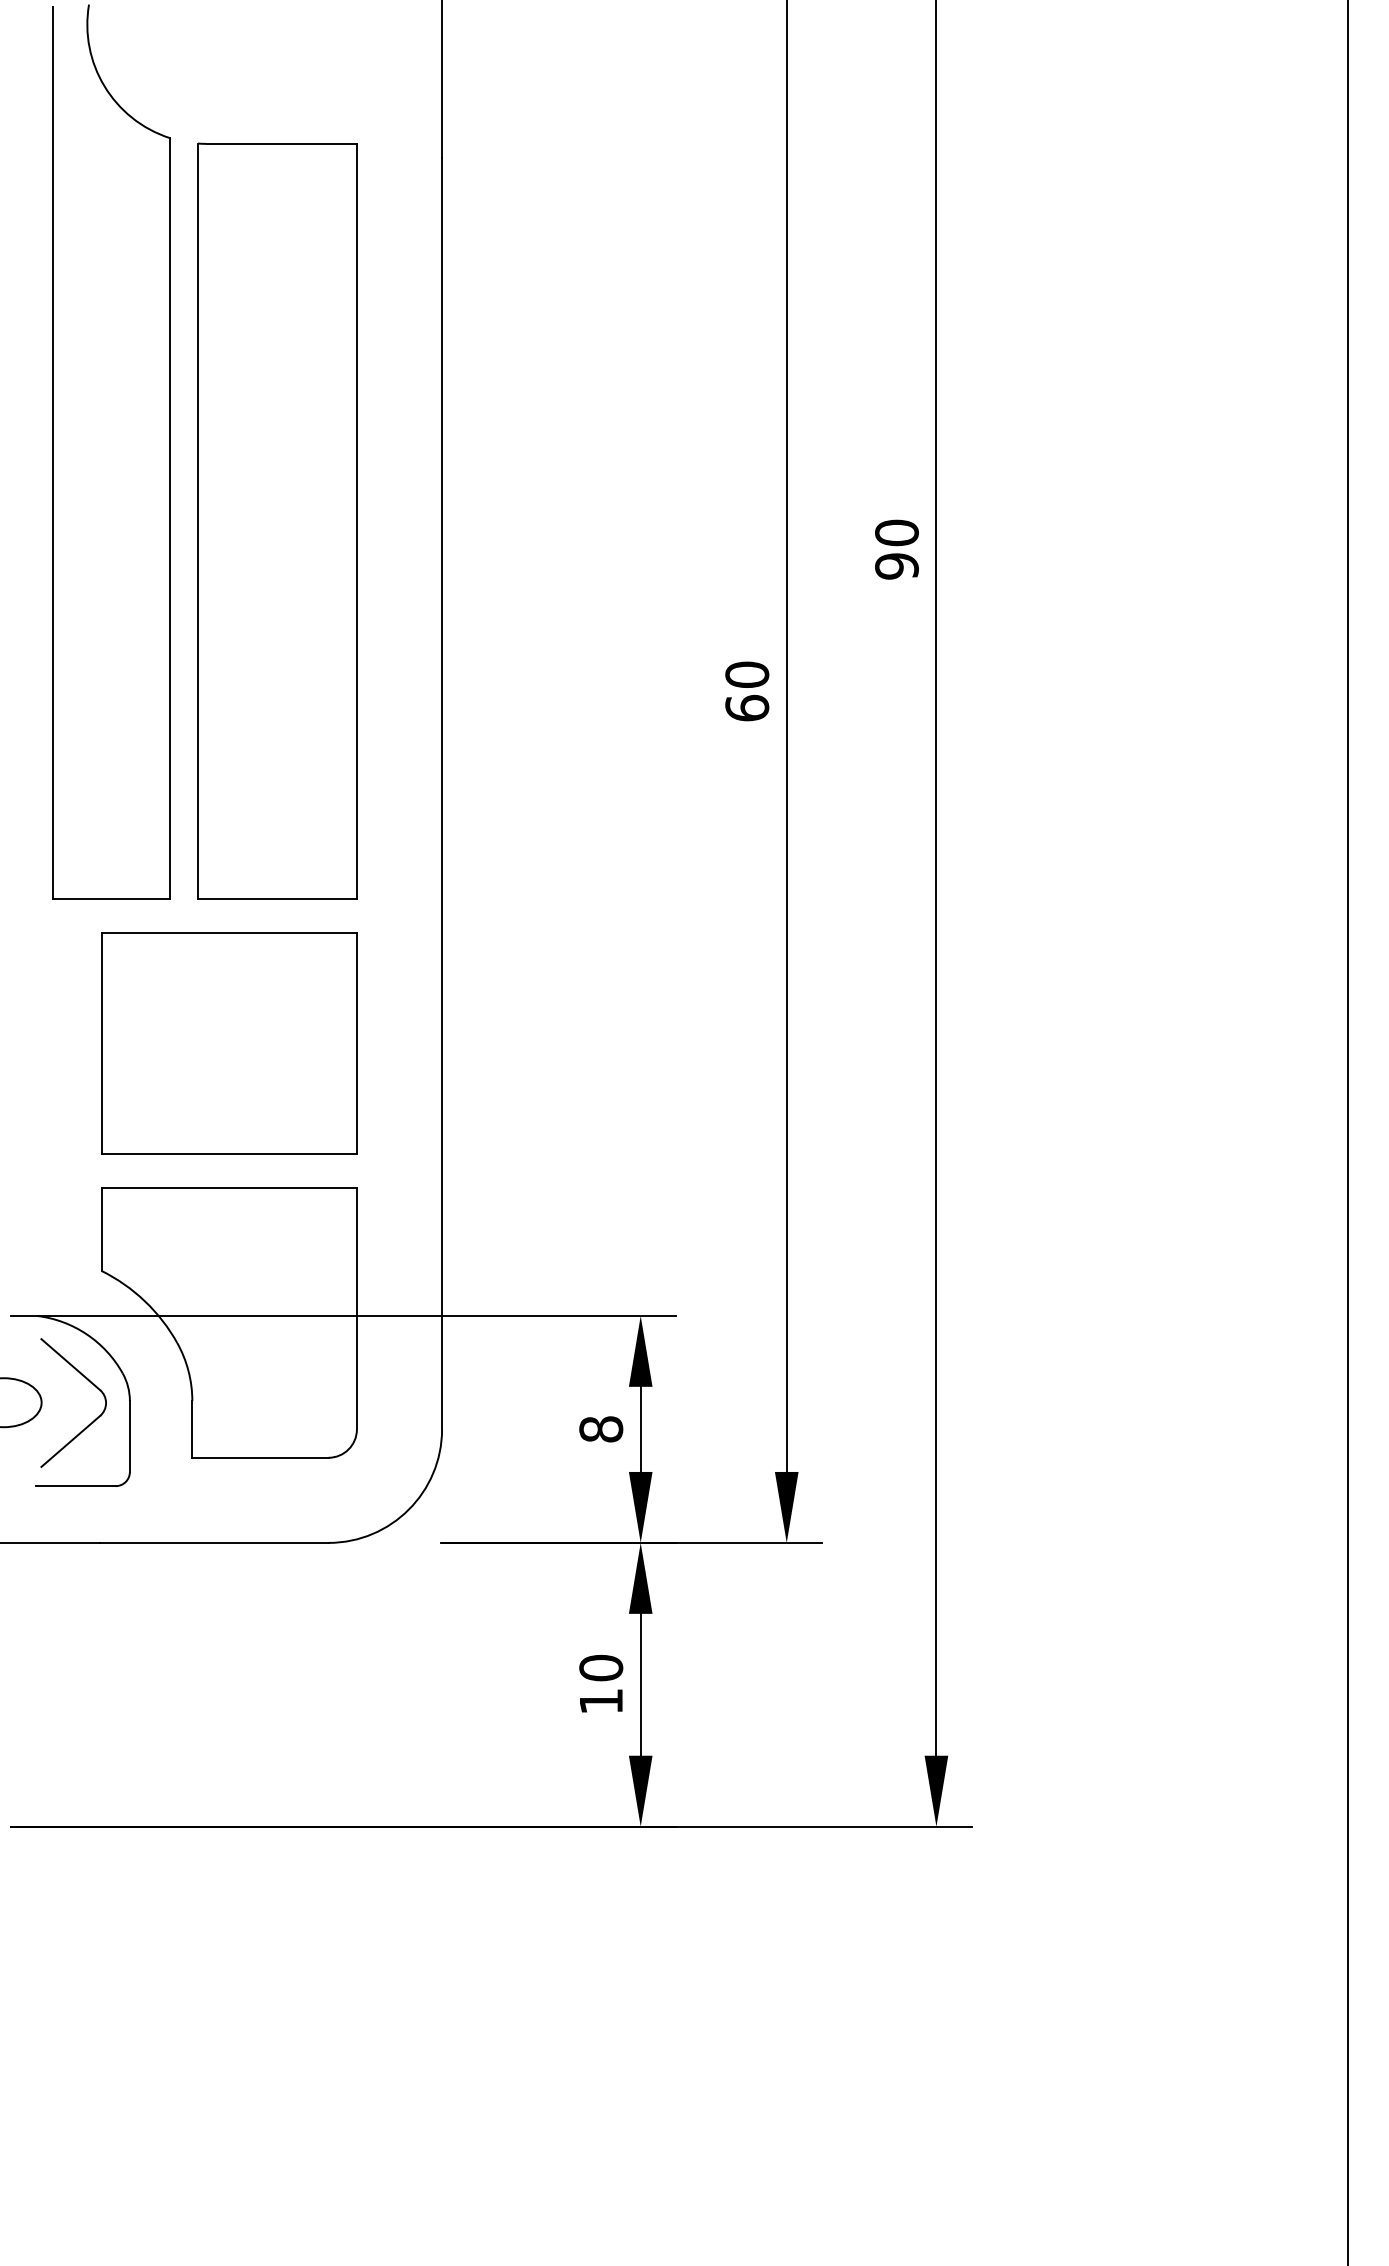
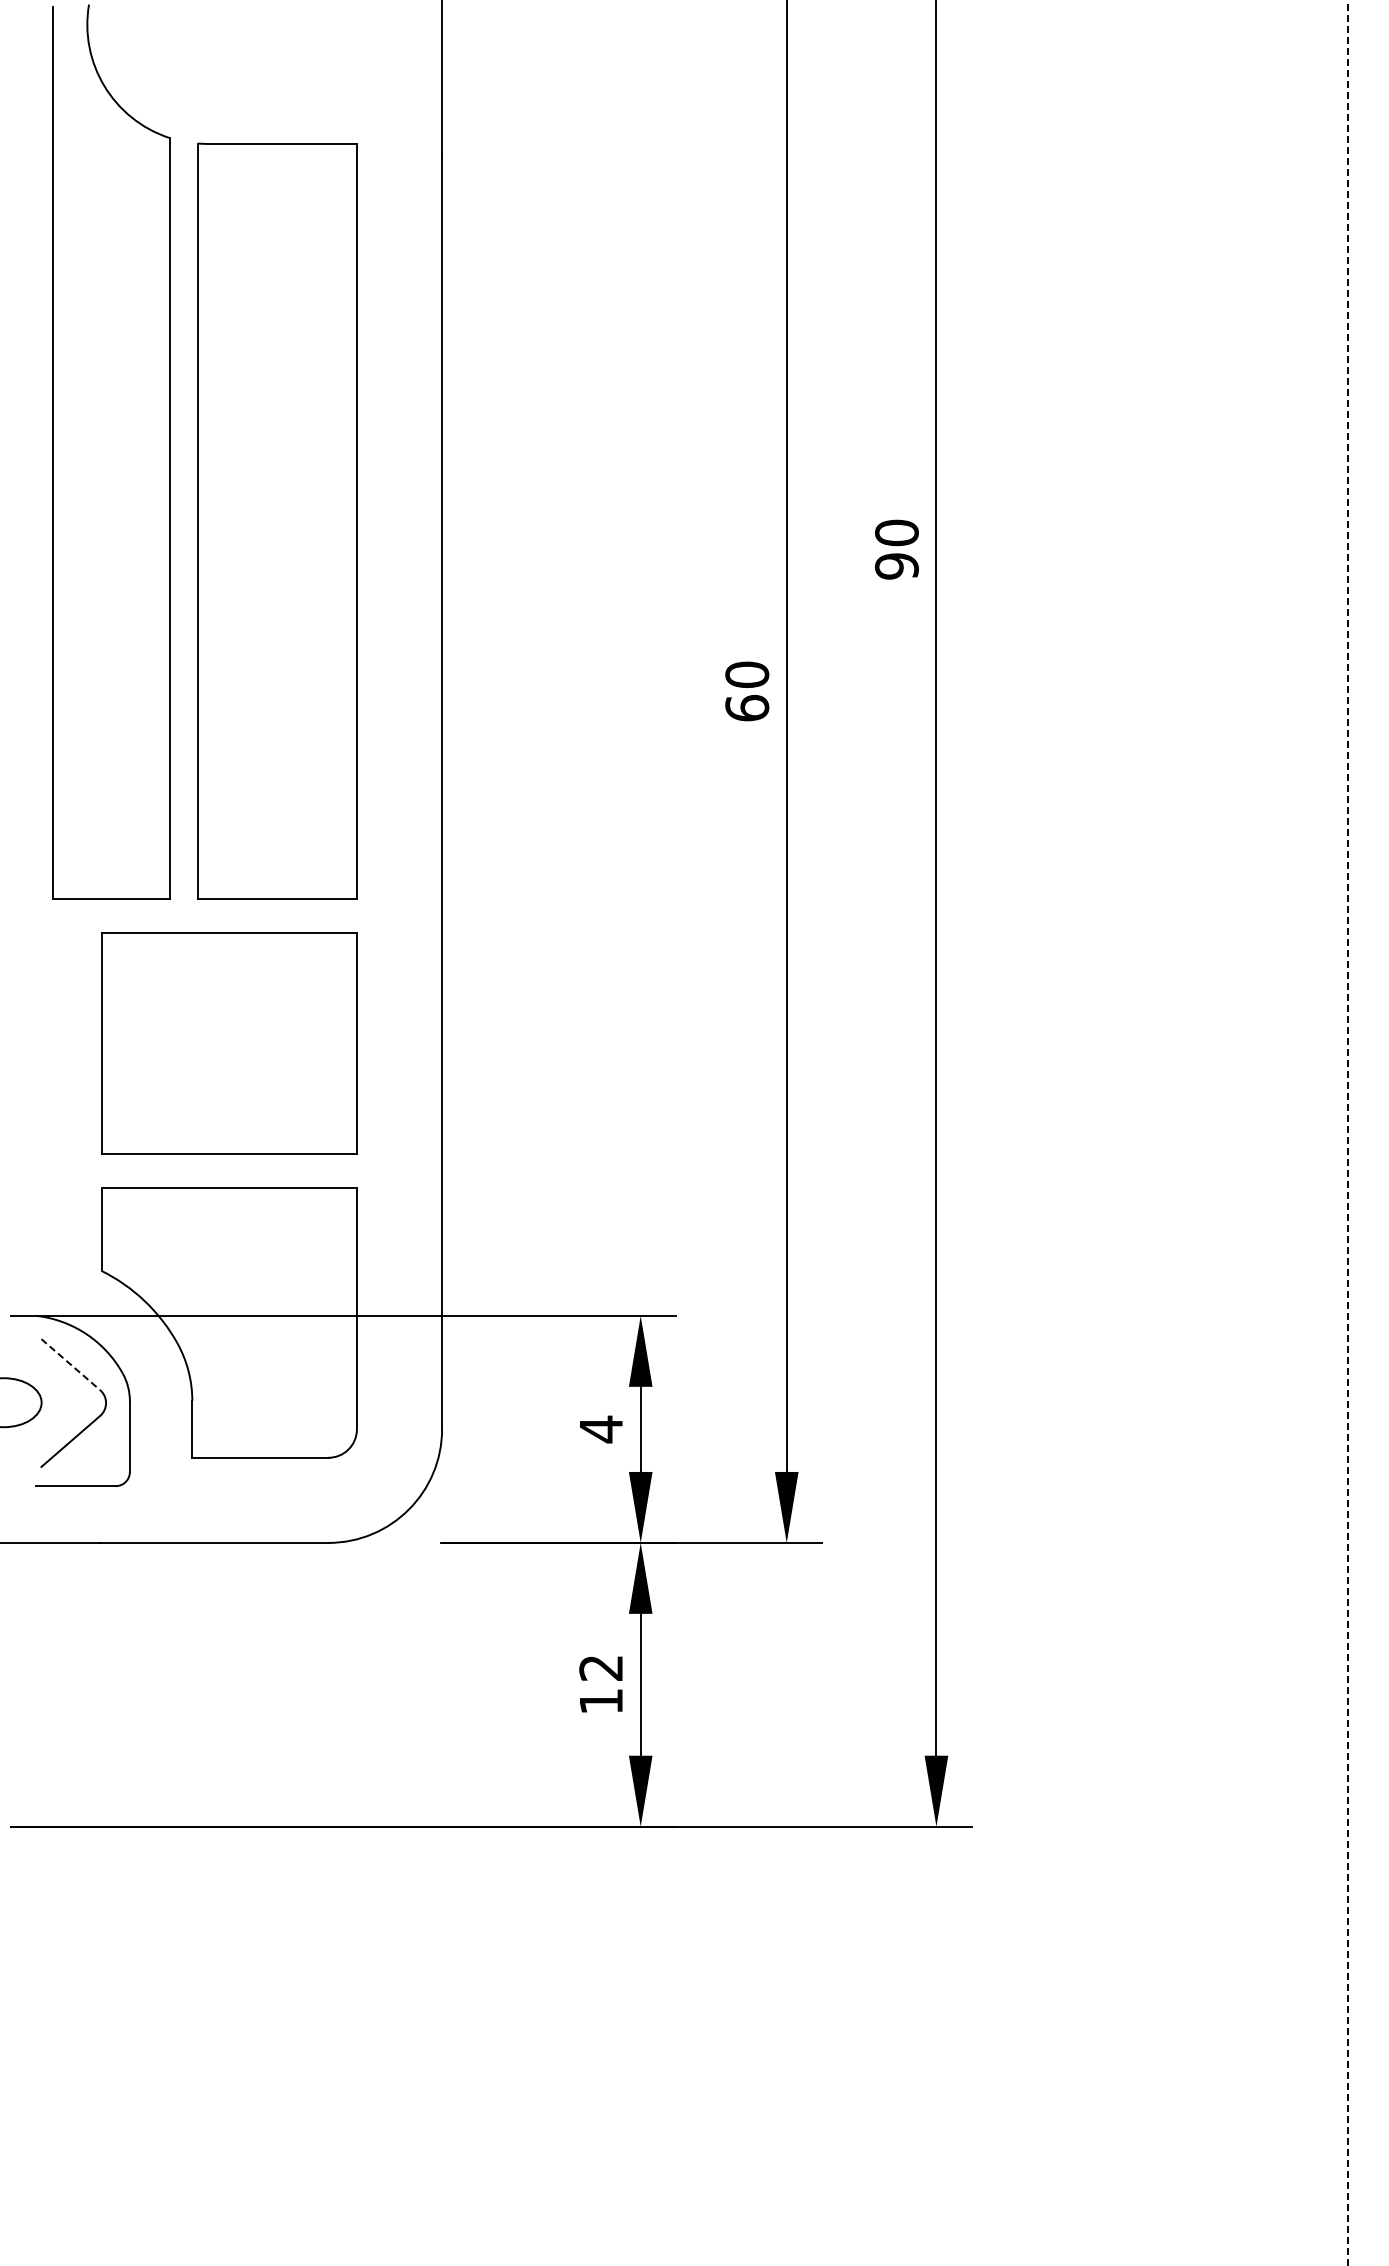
line at (1347, 1132): solid -> dashed
line at (70, 1364): solid -> dashed
text at (601, 1429): 8 -> 4
text at (601, 1667): 10 -> 12
